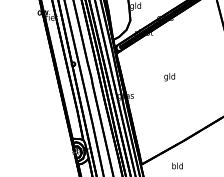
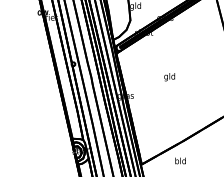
text at (177, 165) position: (177, 165) -> (180, 160)
